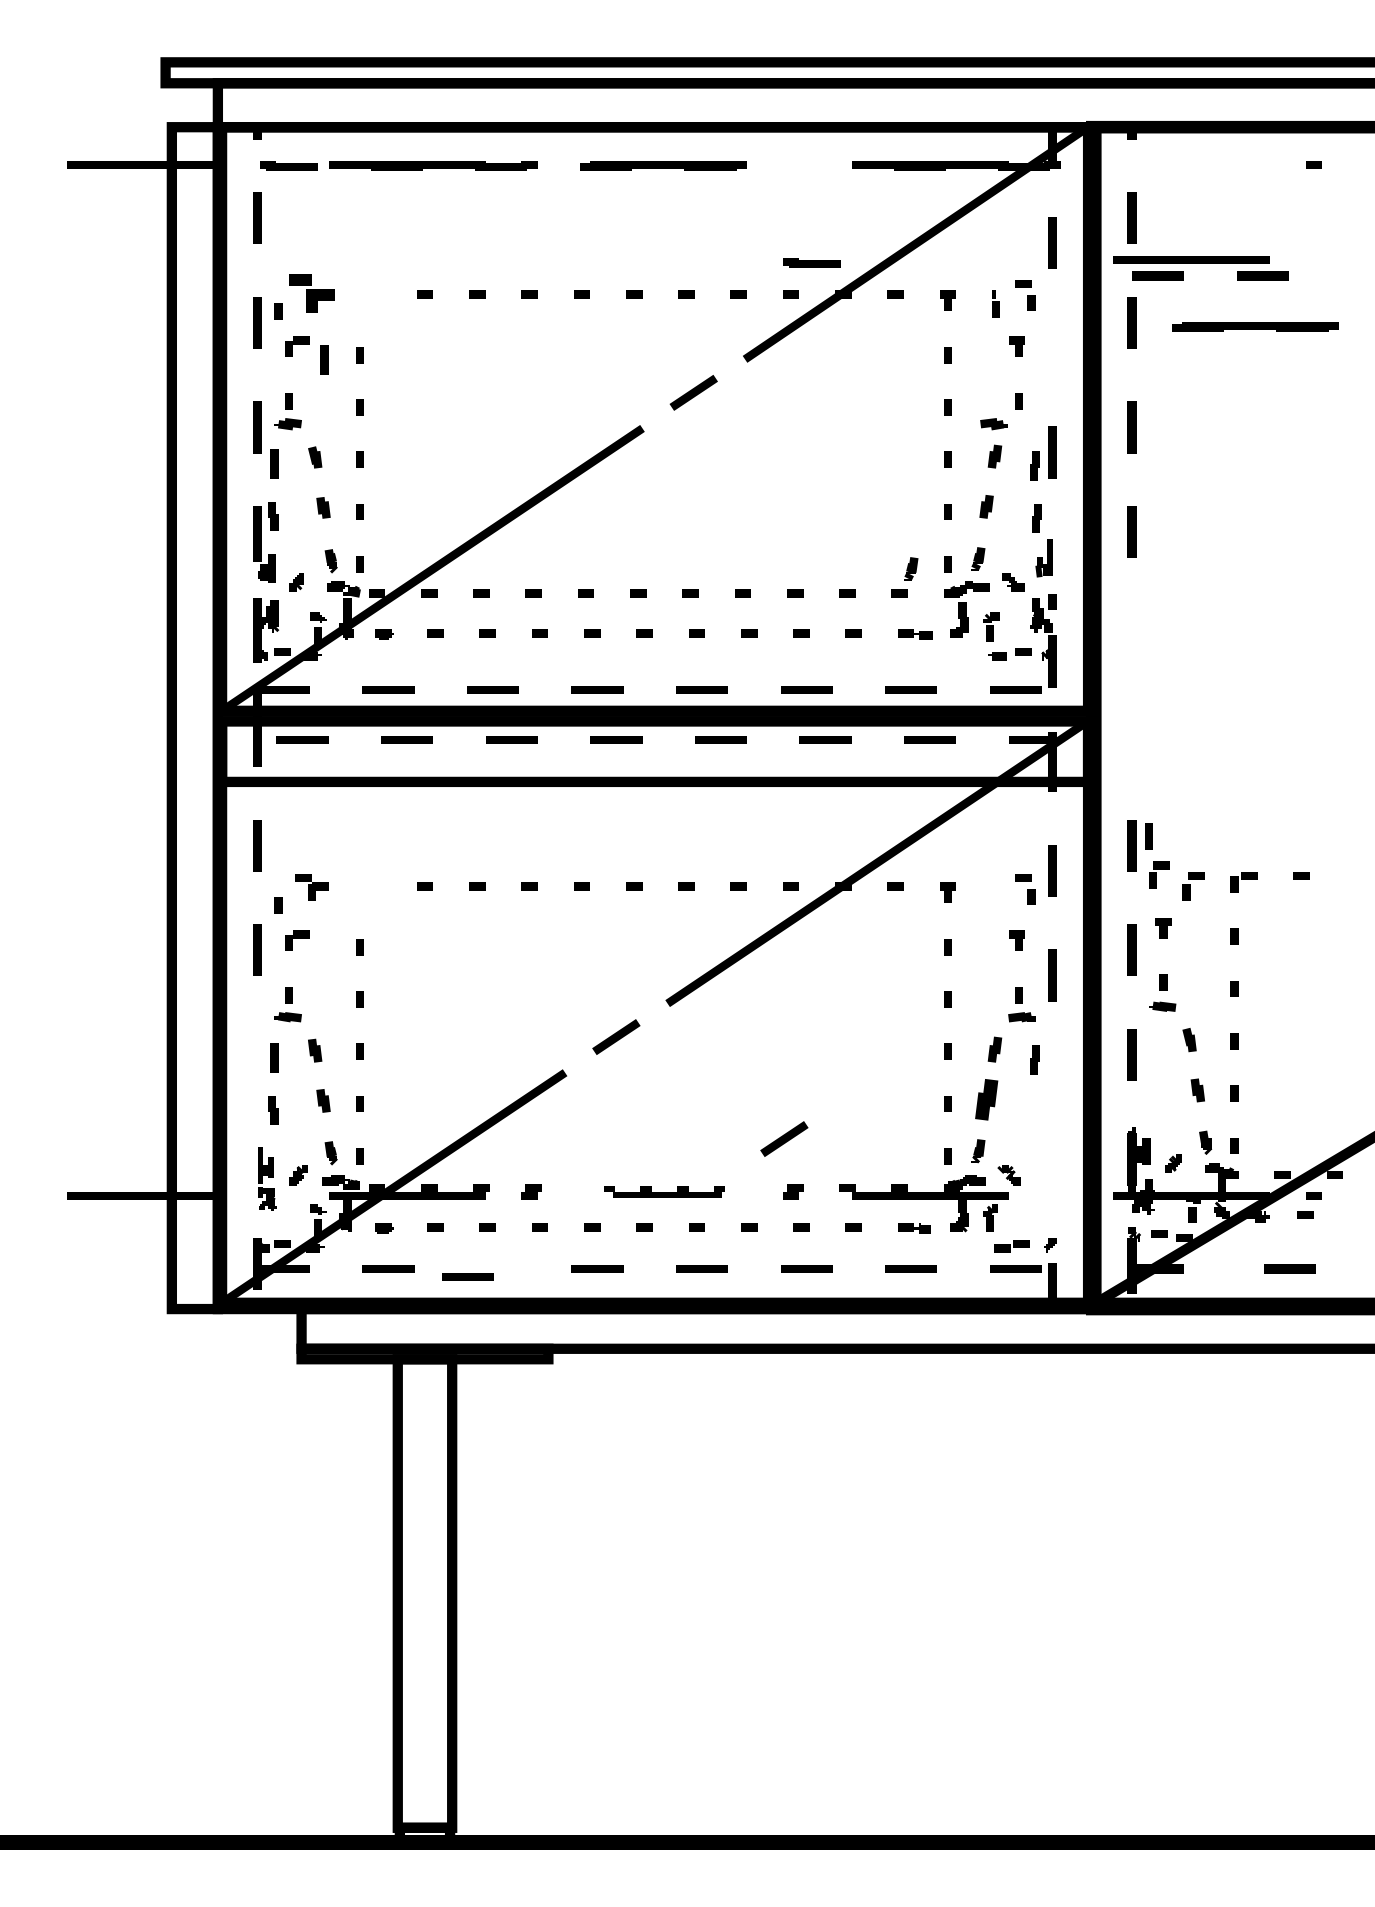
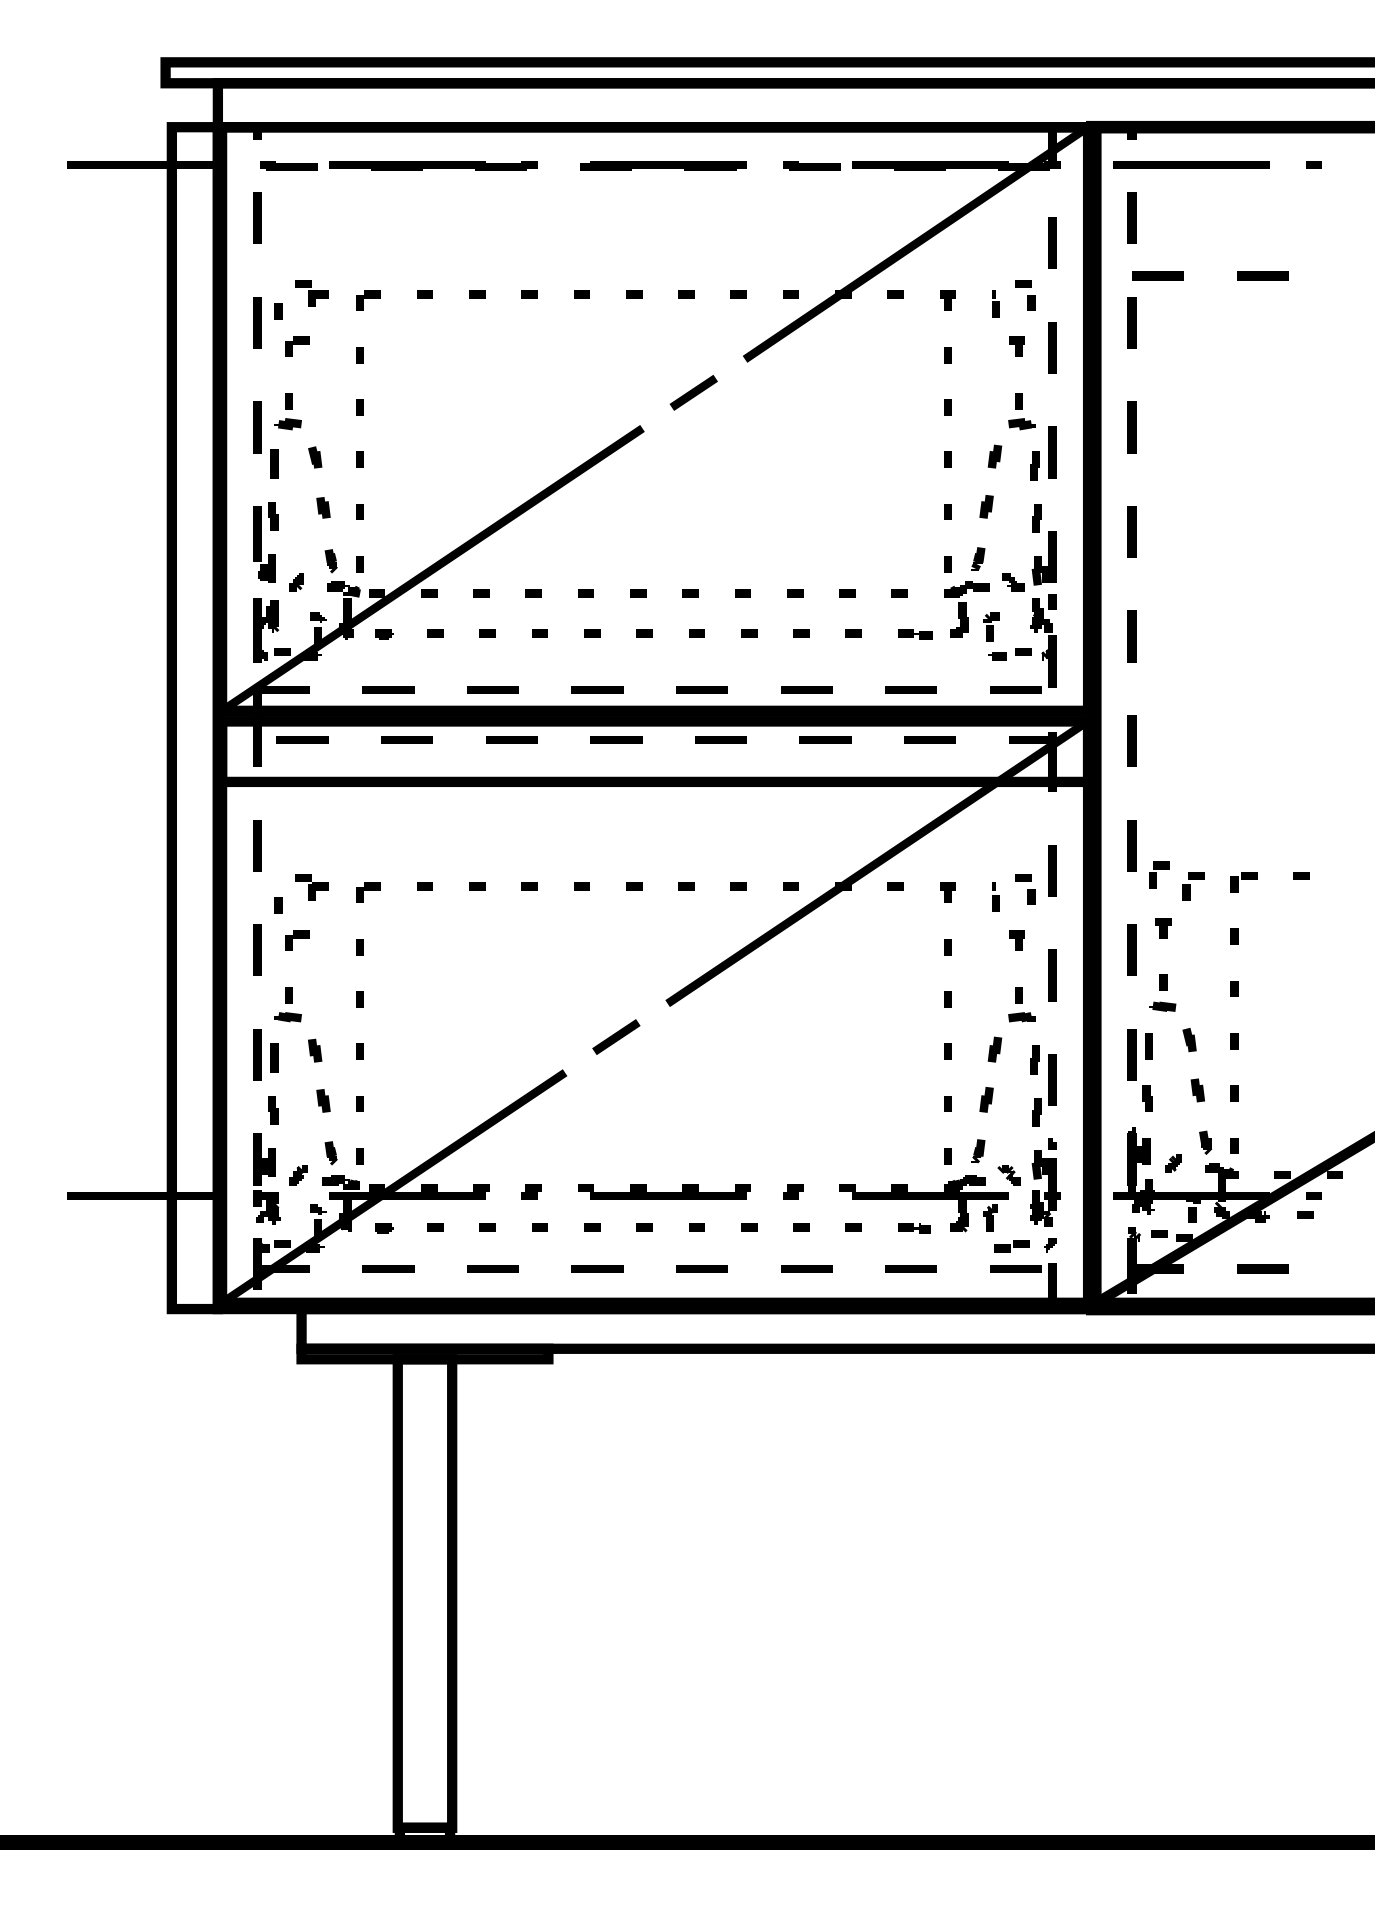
line at (1191, 259) position: (1191, 259) -> (1191, 164)
part at (811, 262) position: (811, 262) -> (811, 165)
part at (311, 293) size: 46x39 px -> 34x27 px
part at (368, 300): none -> present
part at (1255, 326): present -> none
line at (1052, 347): none -> present
part at (324, 359): present -> none
part at (993, 424) position: (993, 424) -> (1021, 424)
part at (1043, 558) size: 18x39 px -> 26x55 px
part at (911, 568): present -> none
line at (1131, 636): none -> present
line at (1131, 740): none -> present
part at (1148, 836) position: (1148, 836) -> (1148, 1046)
part at (368, 892): none -> present
part at (995, 896): none -> present
line at (257, 1054): none -> present
part at (1044, 1090): none -> present
part at (1147, 1098): none -> present
part at (986, 1099) size: 24x42 px -> 15x26 px
line at (784, 1138): present -> none
part at (267, 1178) size: 19x64 px -> 28x92 px
part at (1045, 1182): none -> present
part at (664, 1191) size: 121x12 px -> 173x16 px
line at (1289, 1268) position: (1289, 1268) -> (1262, 1268)
line at (467, 1276) position: (467, 1276) -> (492, 1268)
